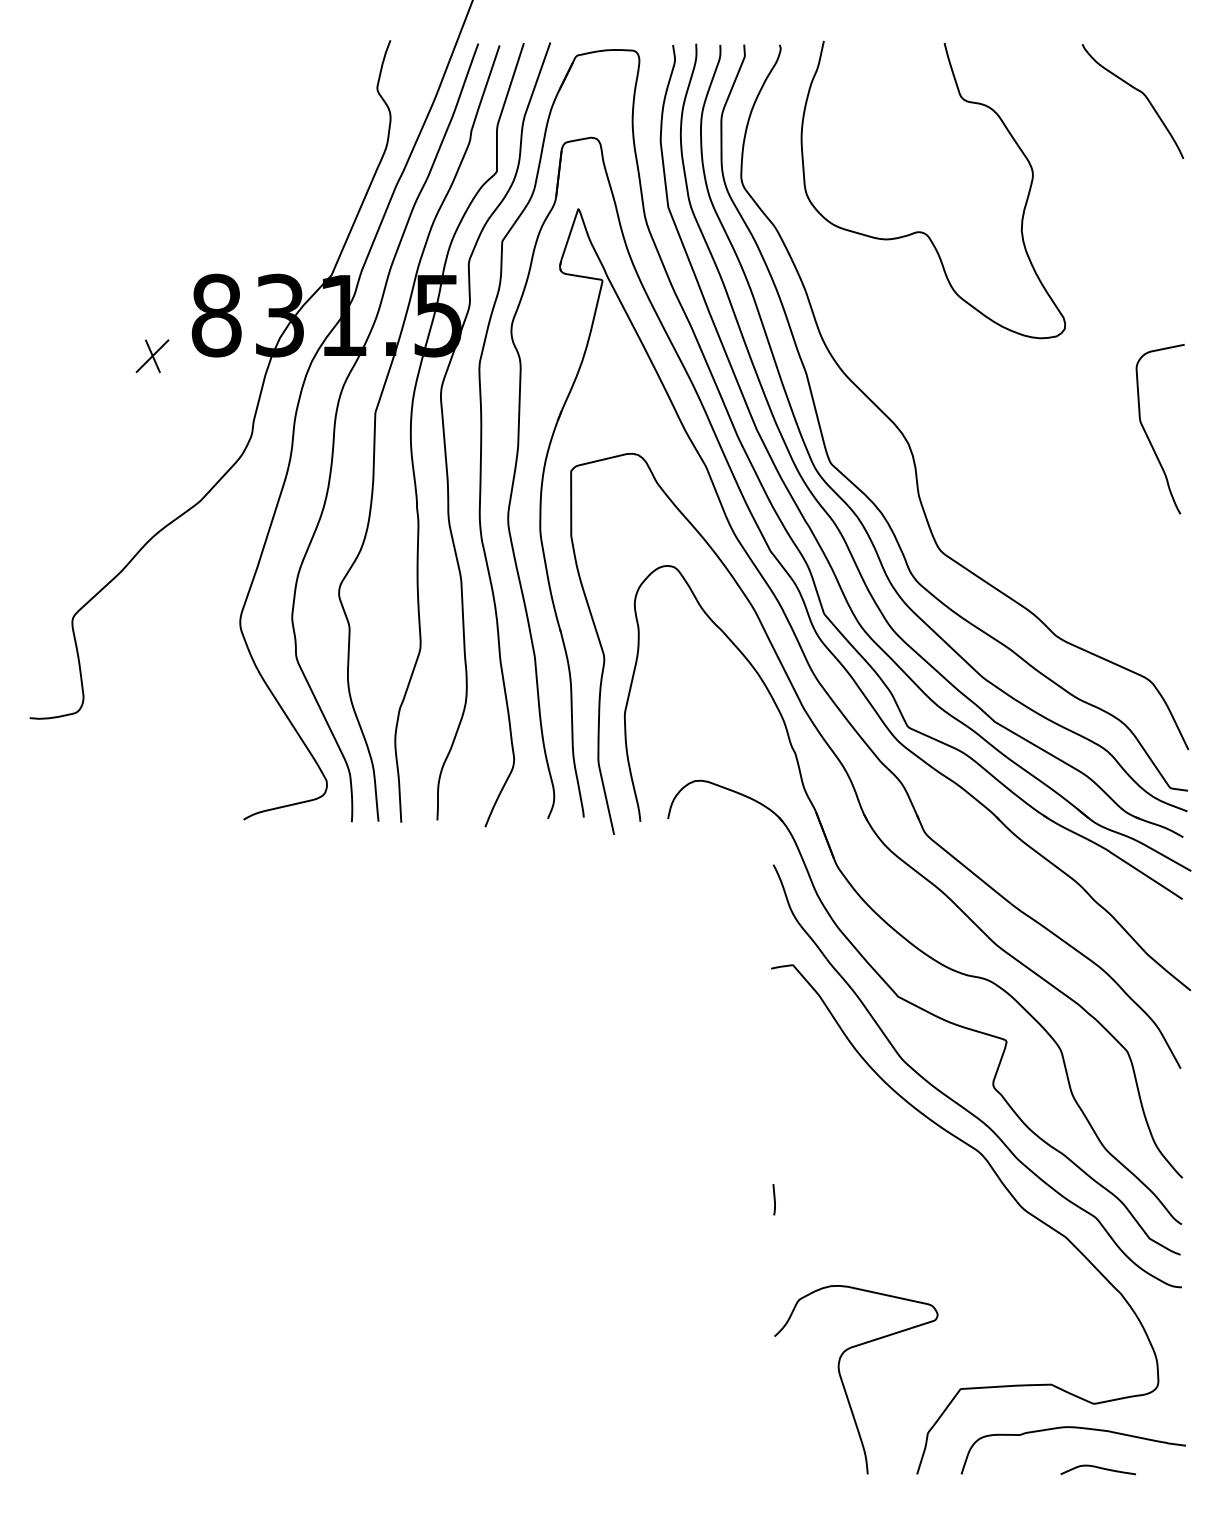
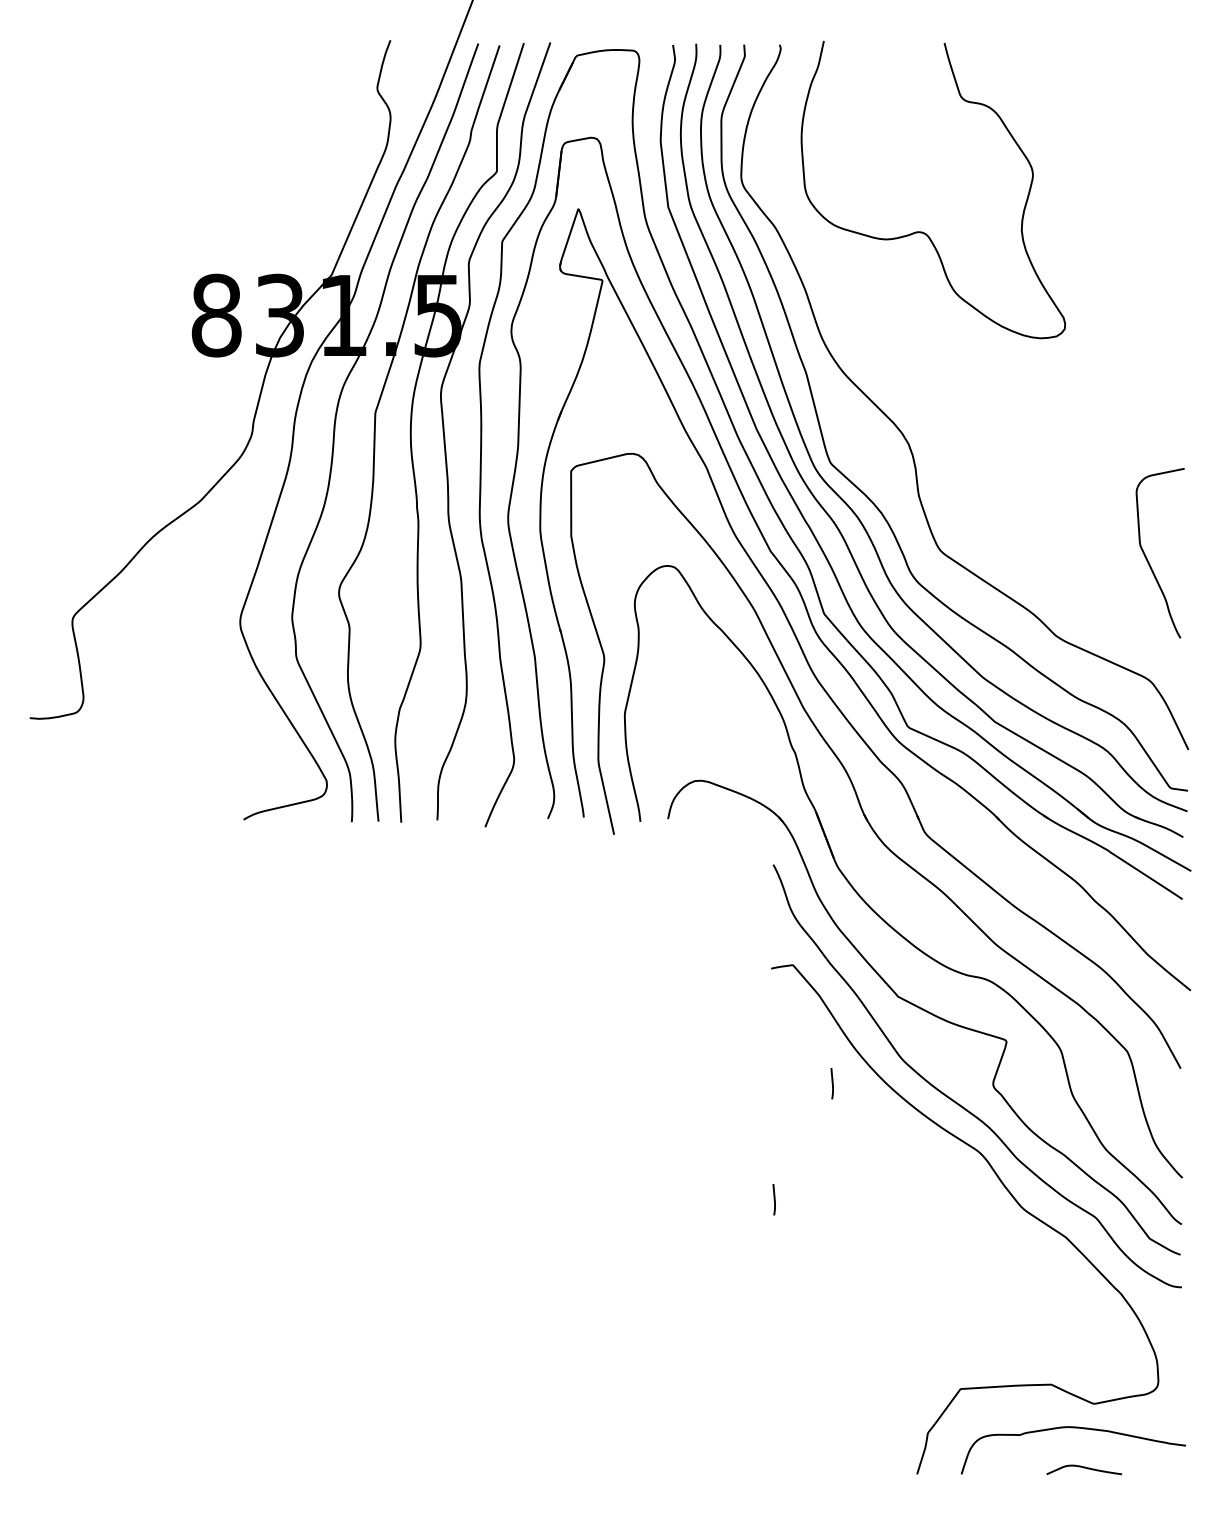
curve at (1138, 91): present -> none
part at (152, 356): present -> none
curve at (1147, 434) position: (1147, 434) -> (1147, 558)
line at (831, 1083): none -> present
curve at (843, 1382): present -> none
curve at (1097, 1468) position: (1097, 1468) -> (1083, 1468)
